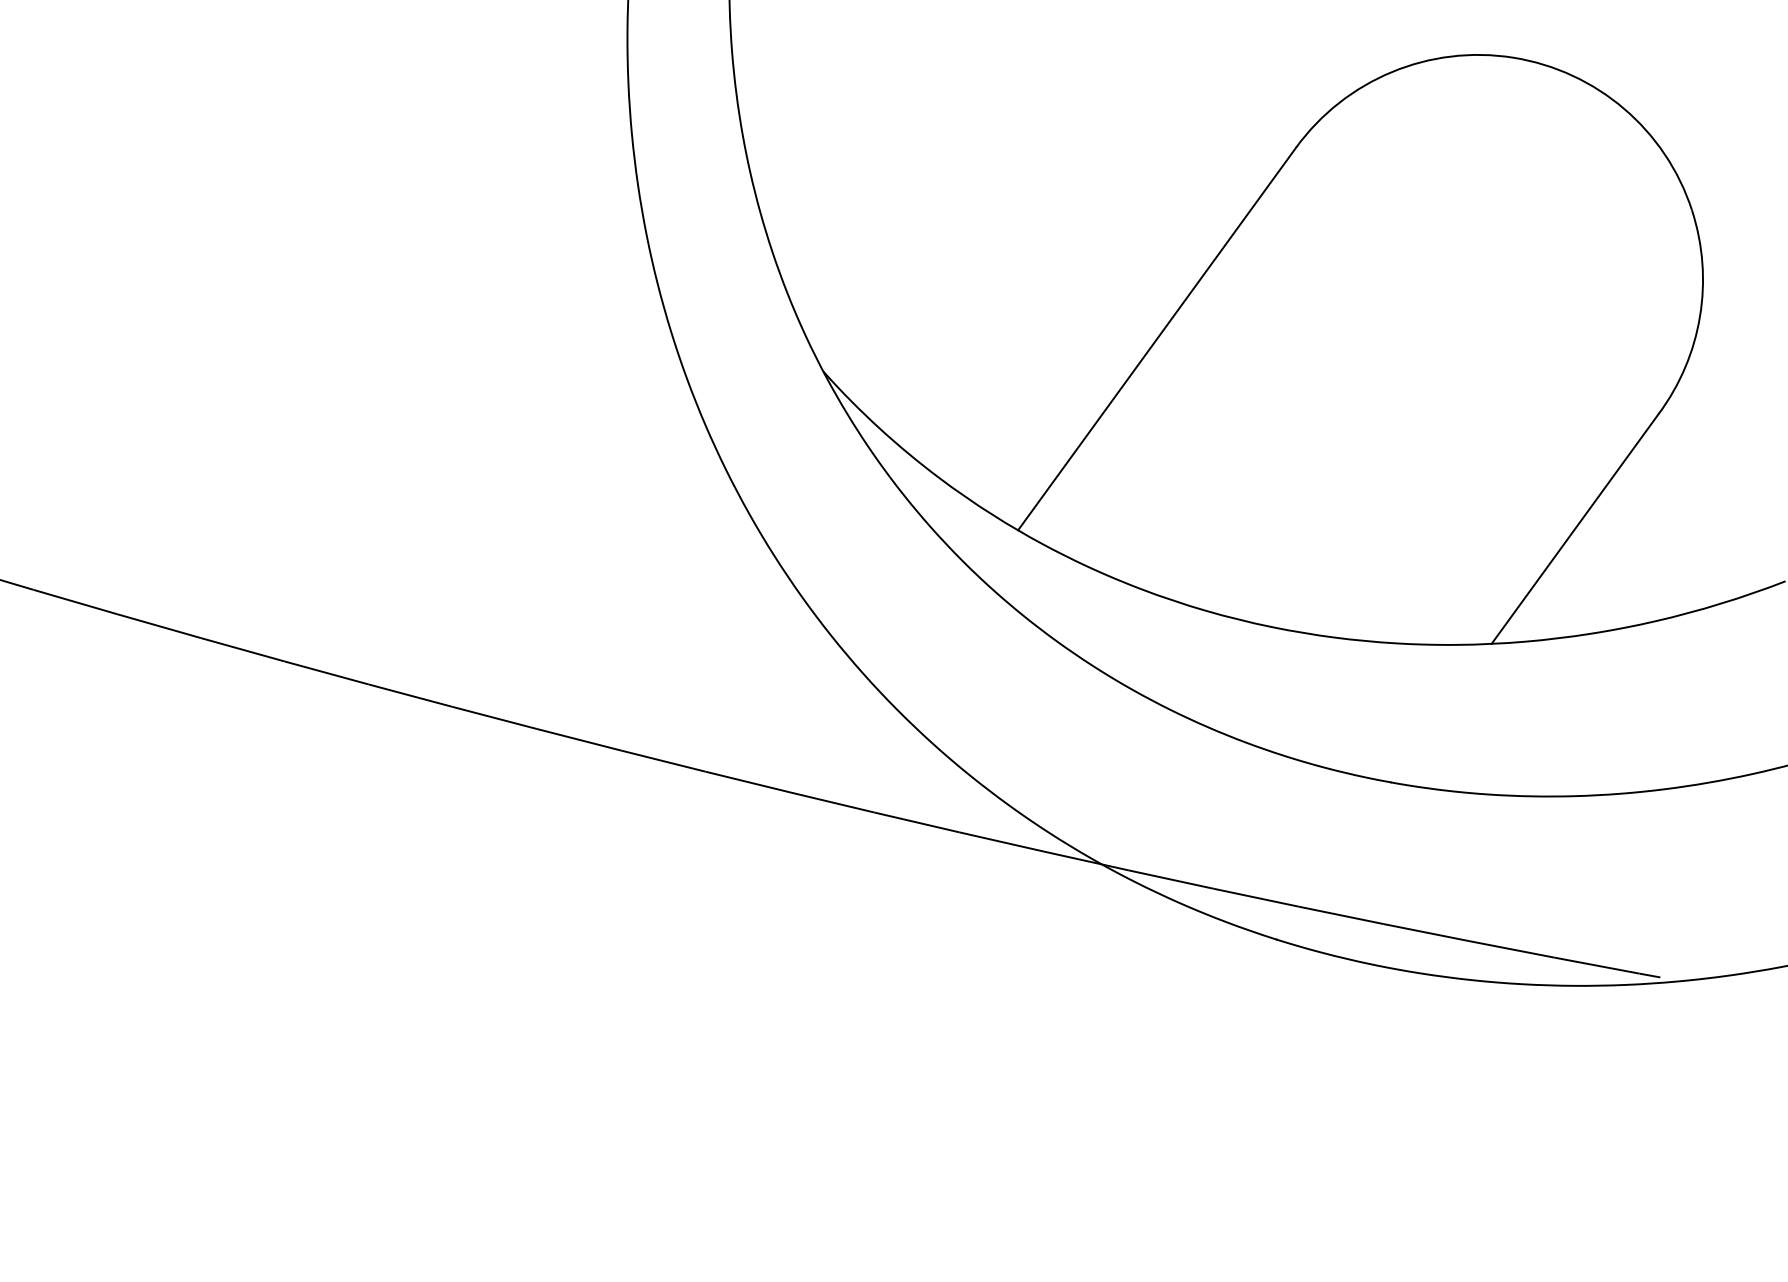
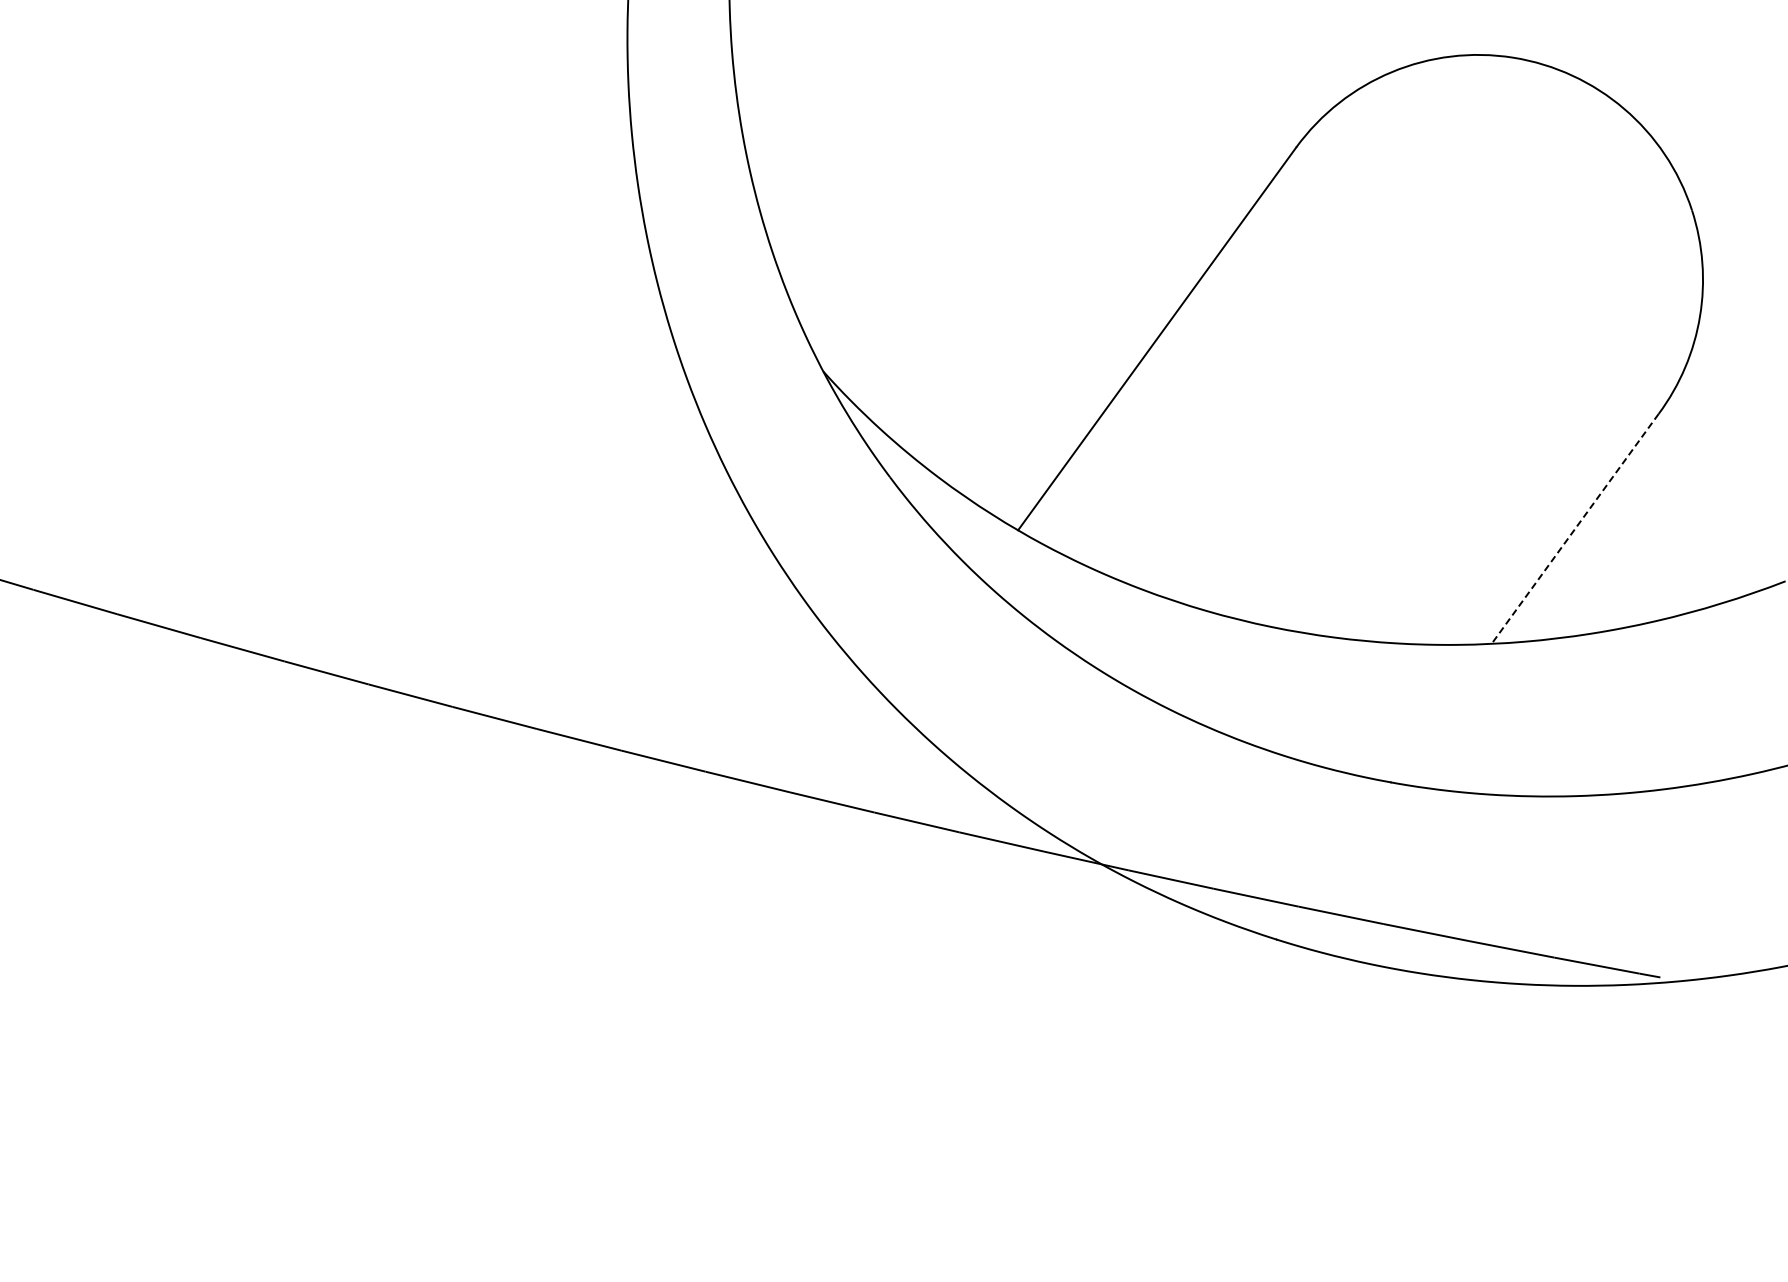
line at (1574, 529): solid -> dashed
